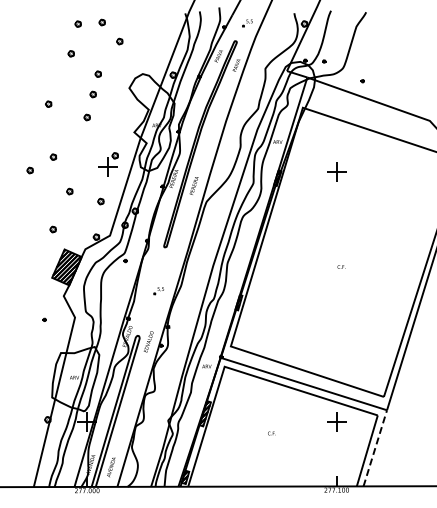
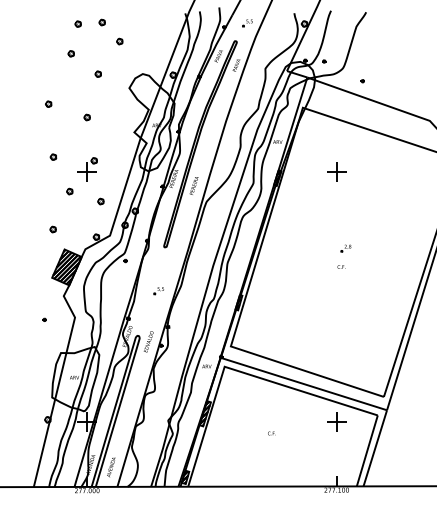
part at (92, 94): present -> none
part at (108, 164) position: (108, 164) -> (87, 169)
part at (29, 170): present -> none
part at (345, 248): none -> present
line at (375, 448): dashed -> solid
